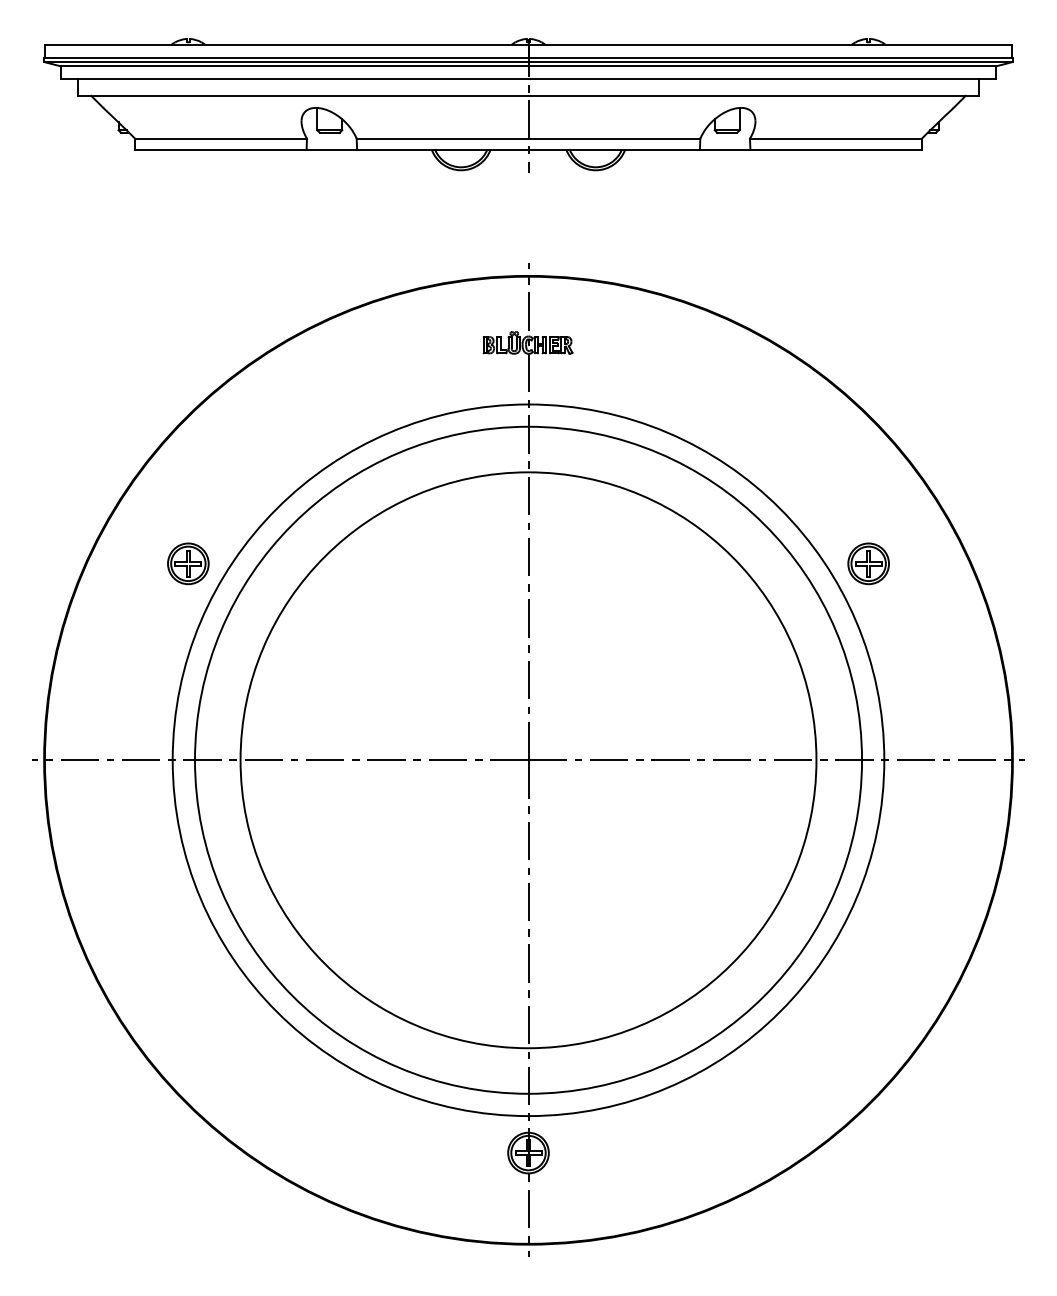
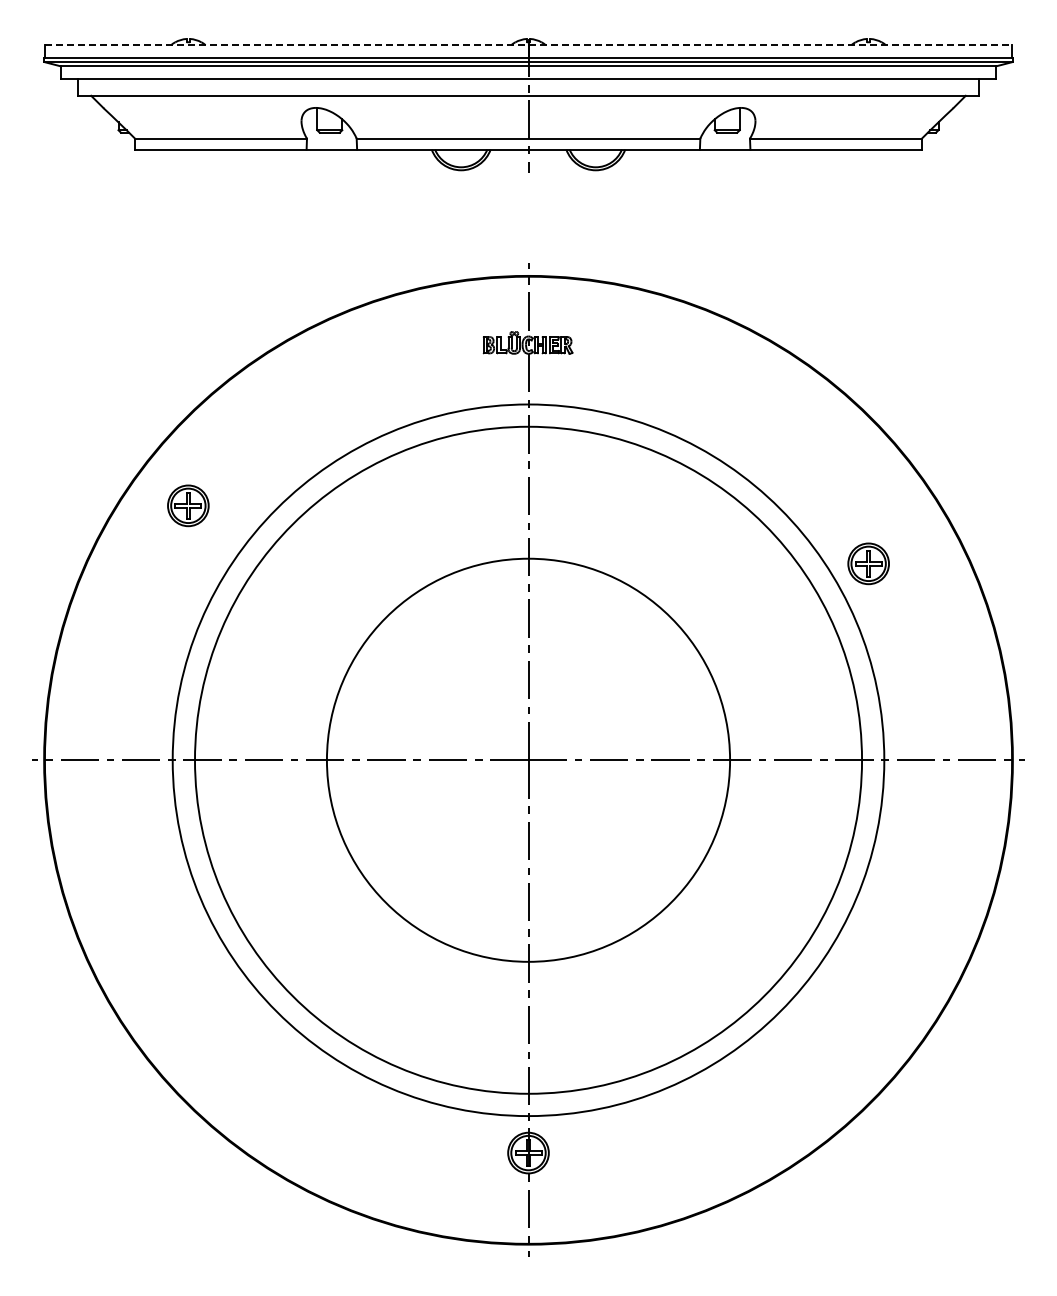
line at (528, 45): solid -> dashed
part at (188, 563) position: (188, 563) -> (188, 505)
circle at (528, 760) diameter: 576 px -> 403 px
